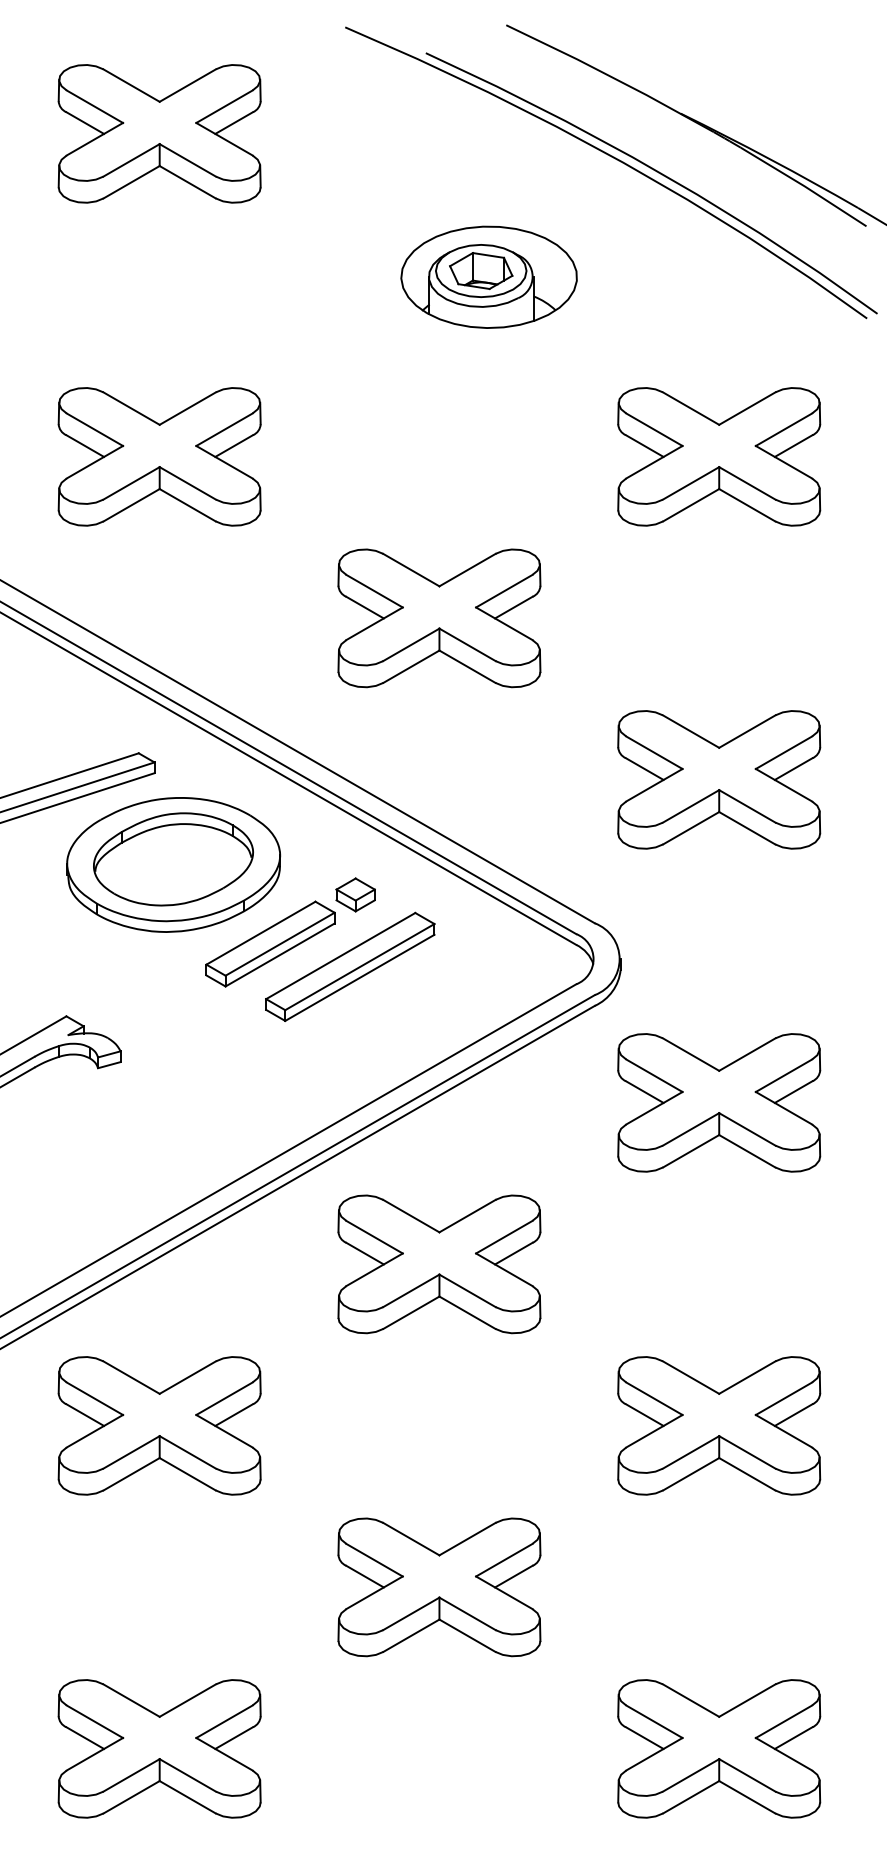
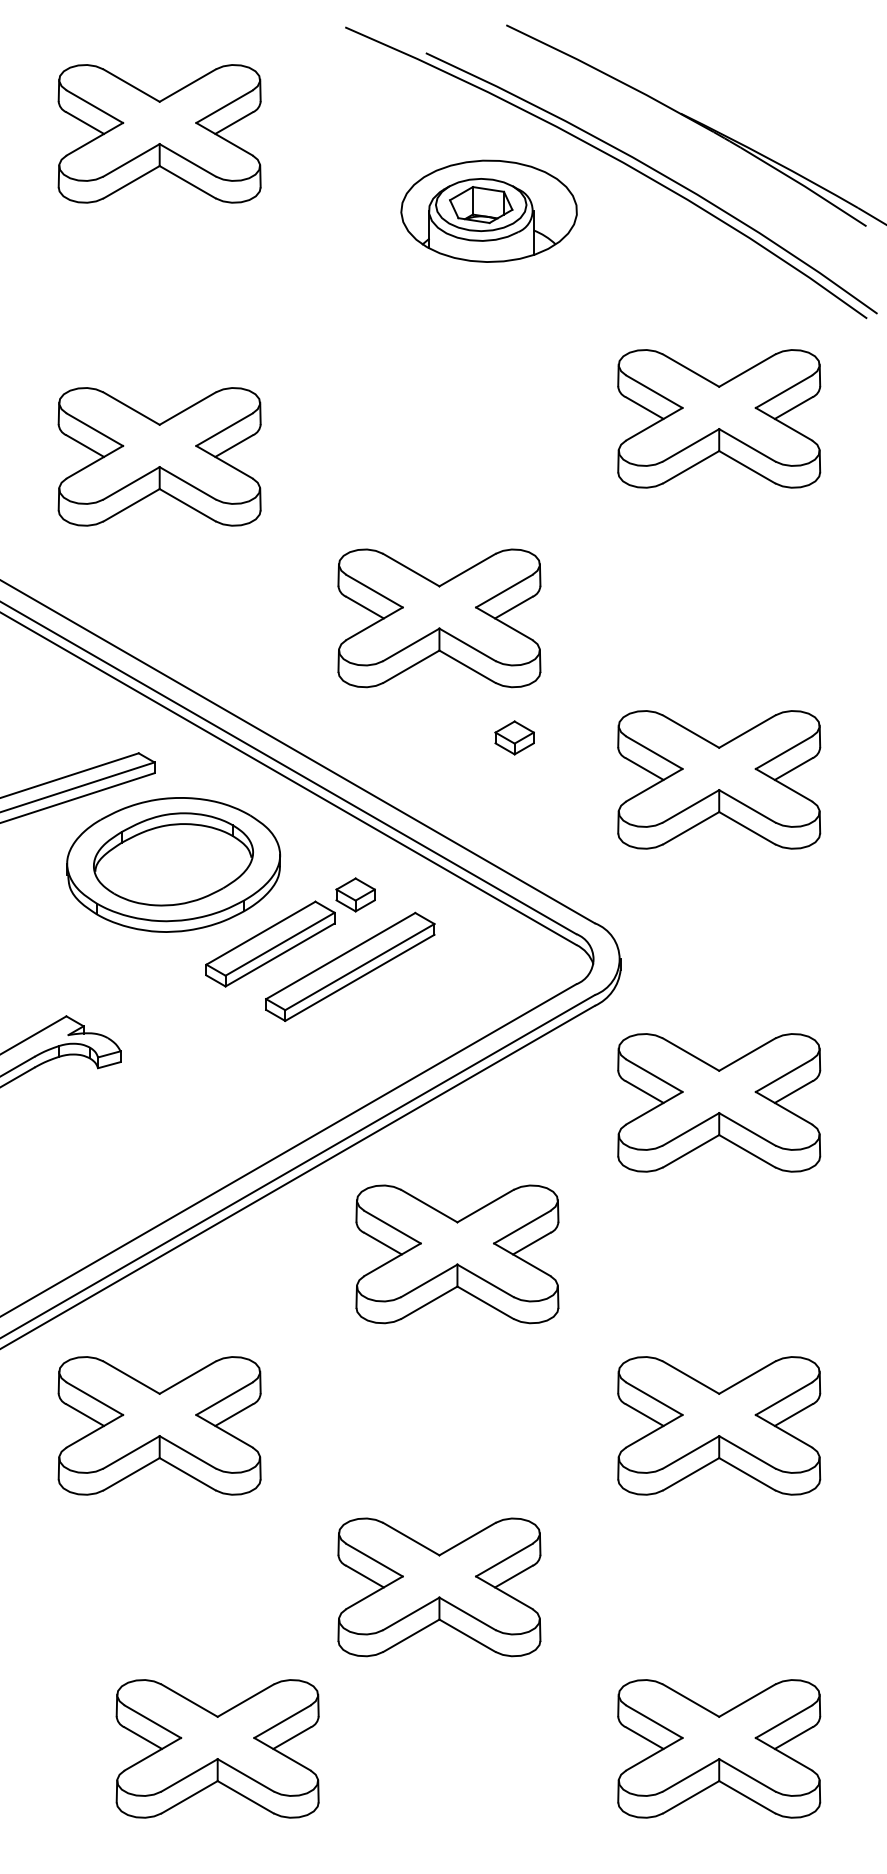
part at (488, 276) position: (488, 276) -> (488, 210)
part at (719, 456) position: (719, 456) -> (719, 418)
part at (514, 737): none -> present
part at (439, 1264) position: (439, 1264) -> (457, 1254)
part at (159, 1748) position: (159, 1748) -> (217, 1748)
